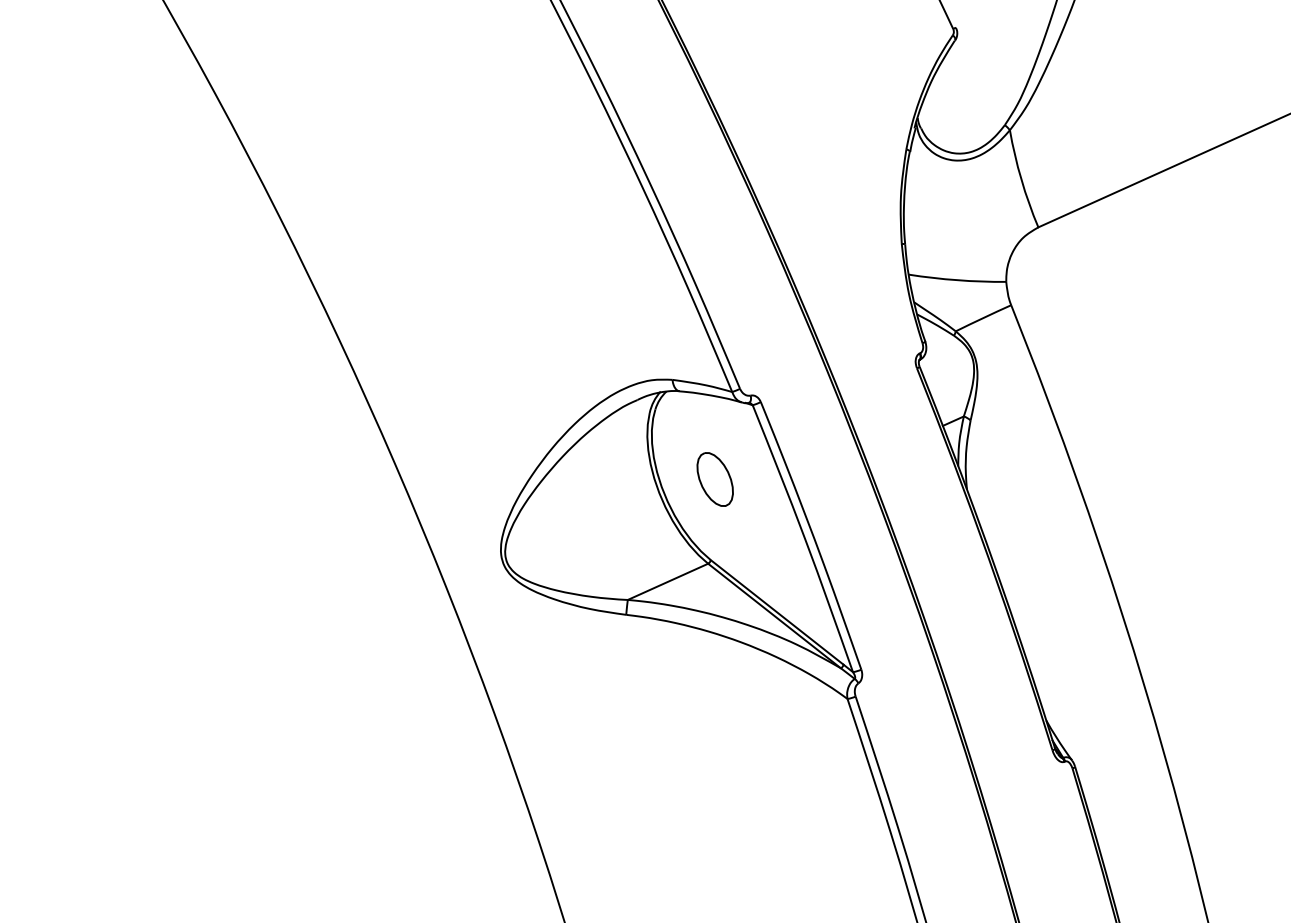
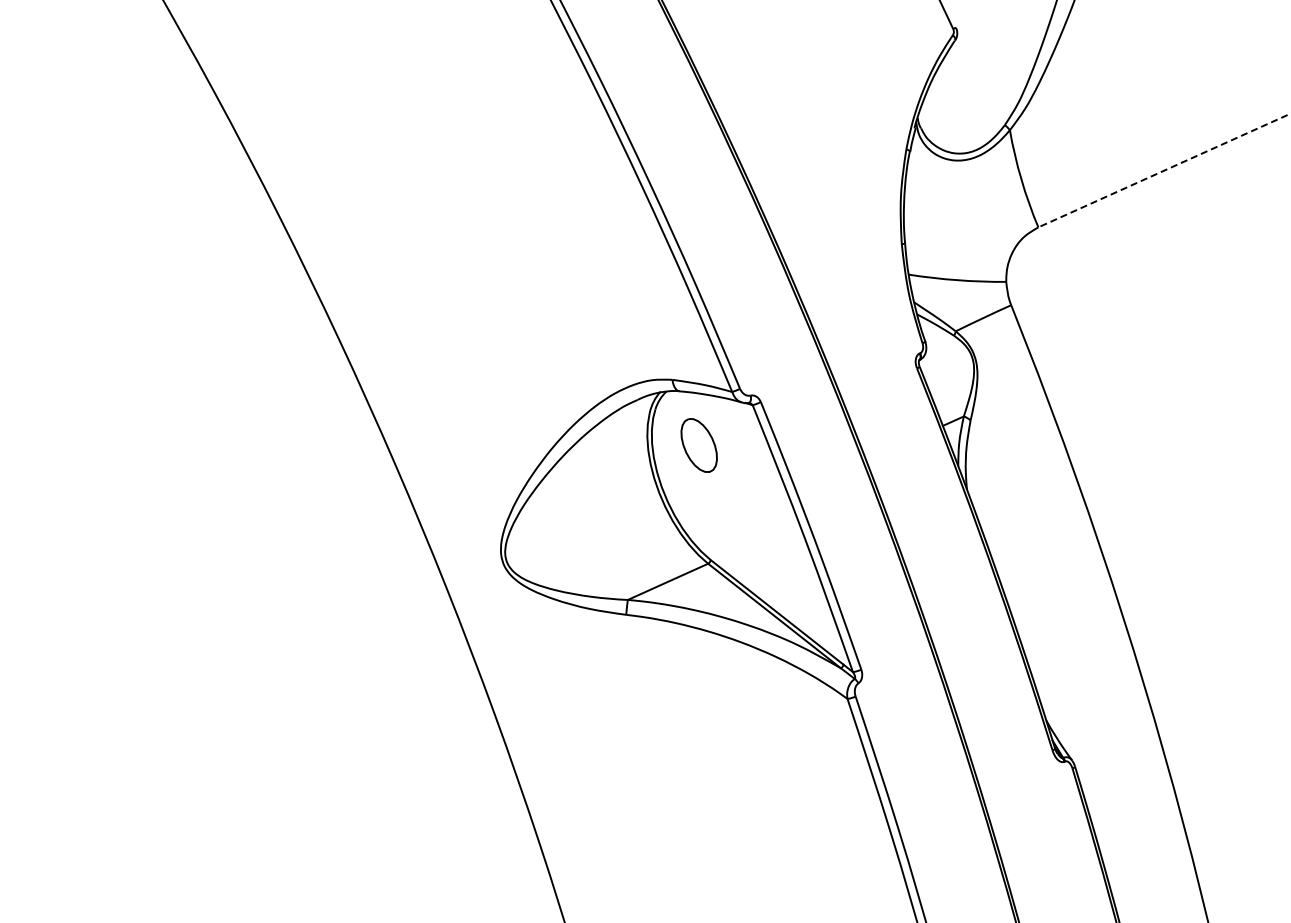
line at (1164, 170): solid -> dashed
part at (714, 479) position: (714, 479) -> (698, 445)
